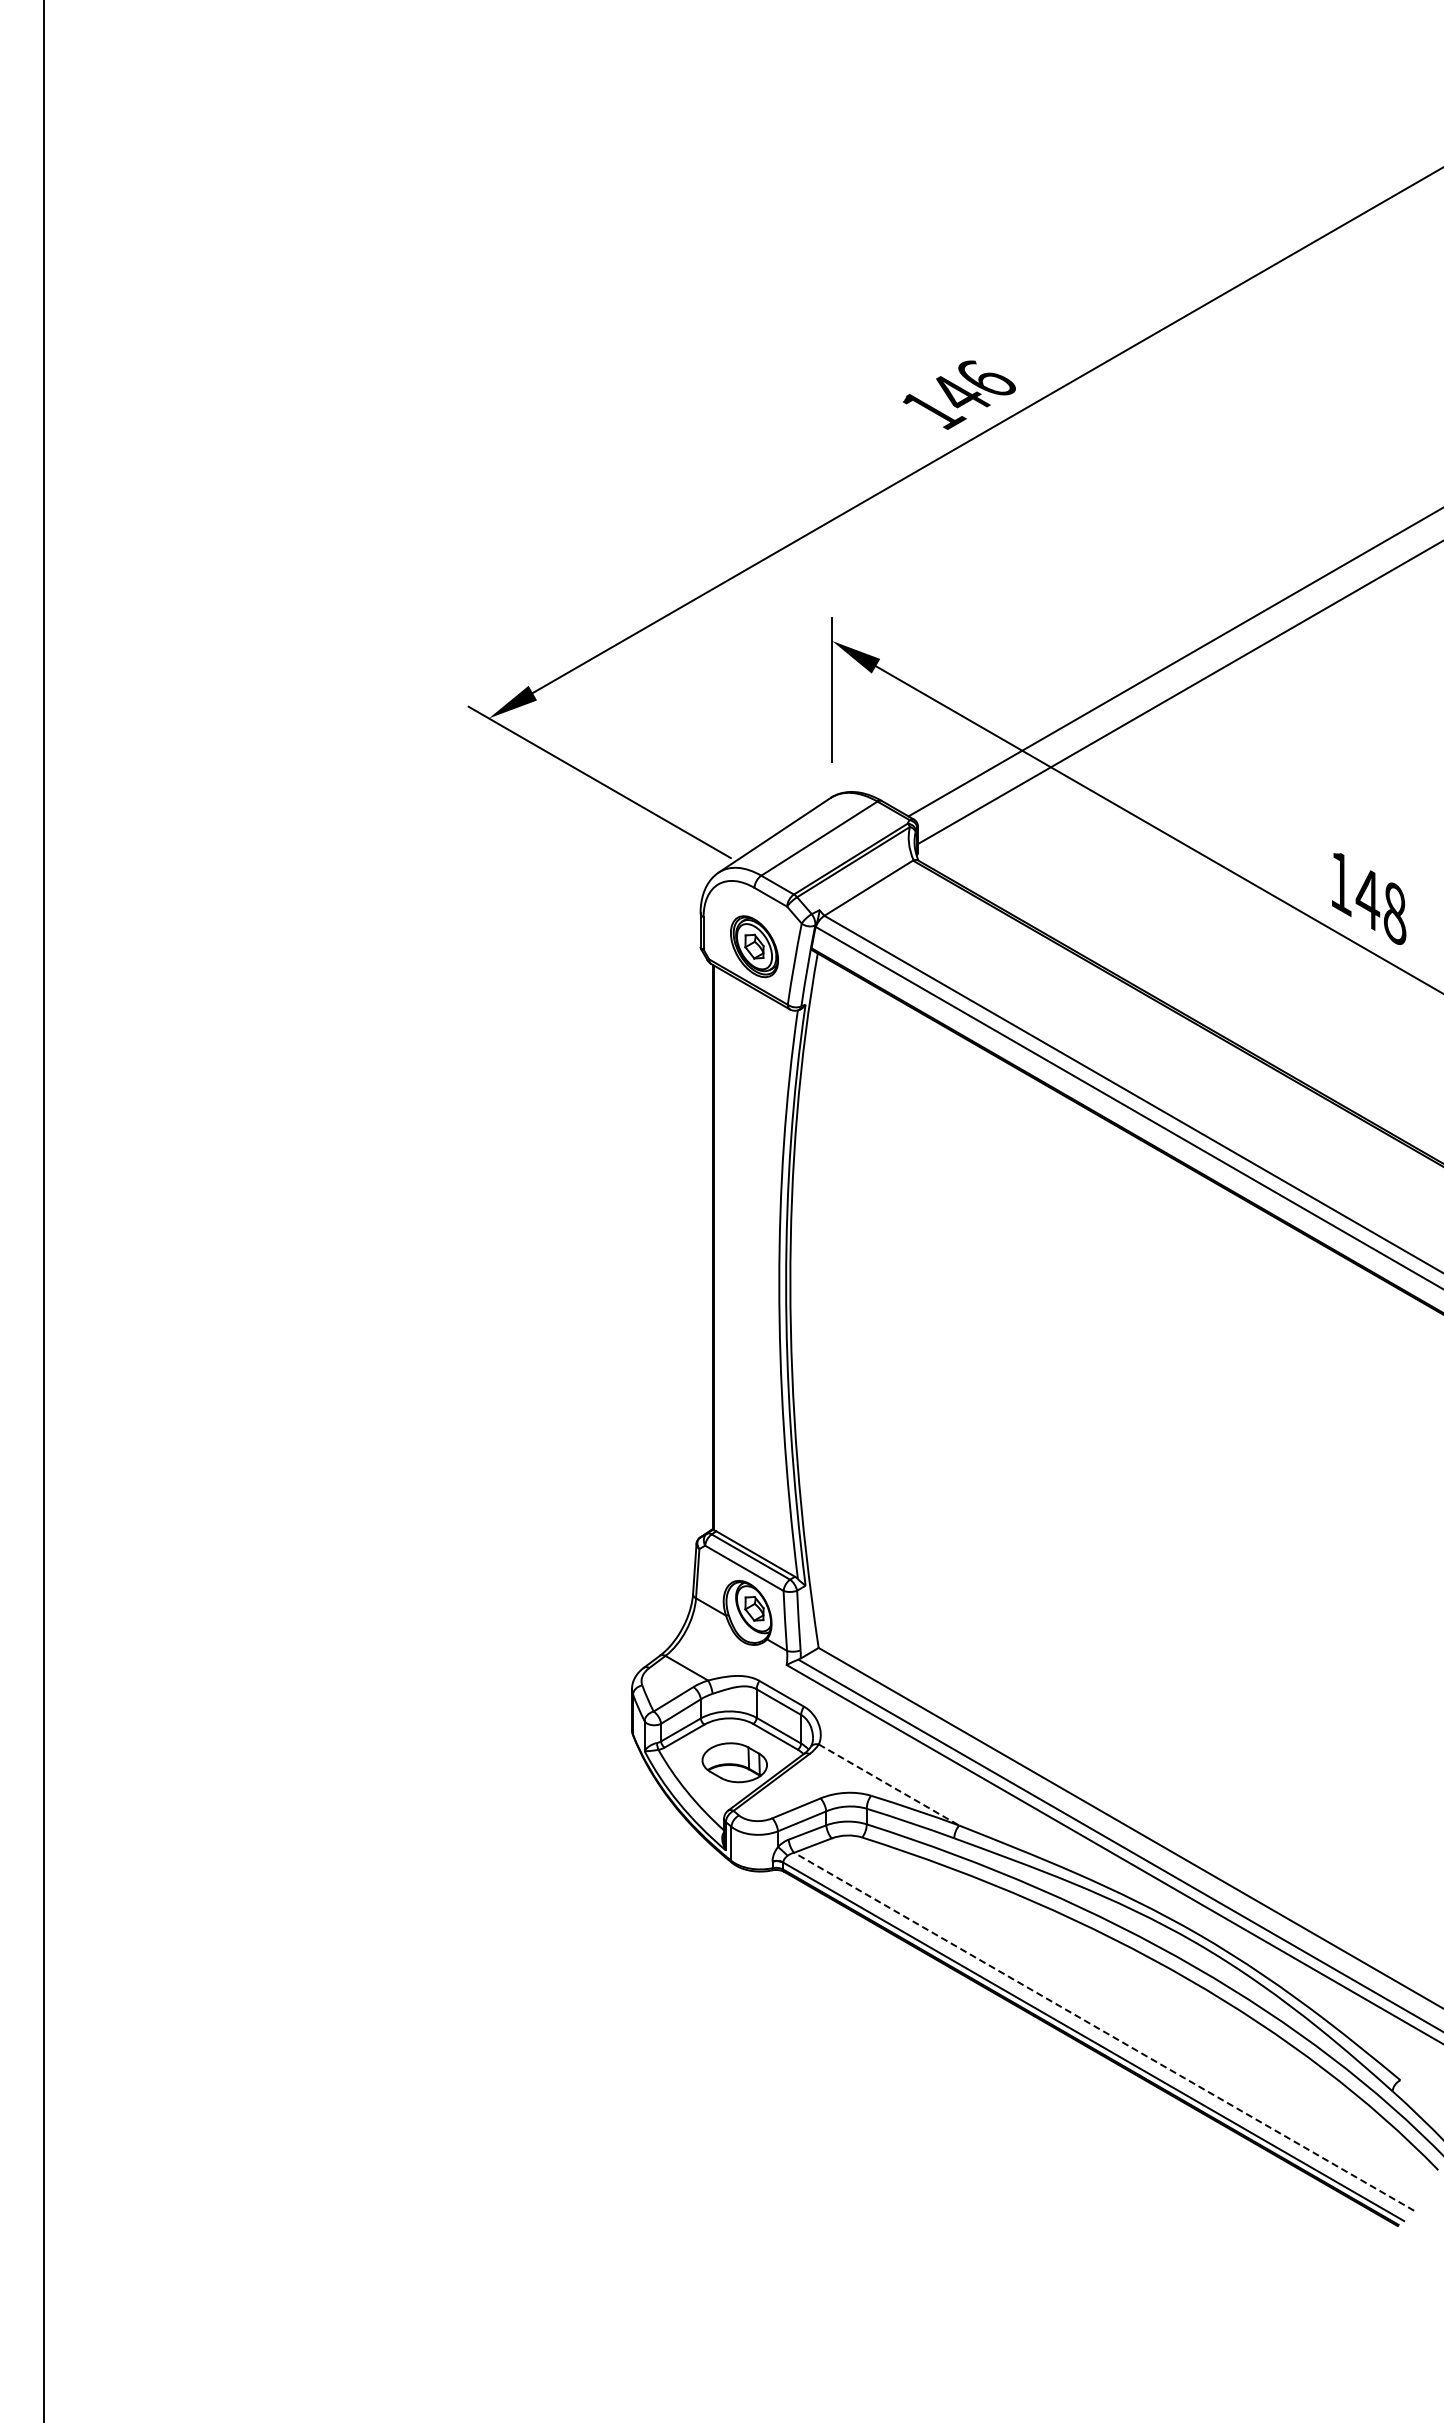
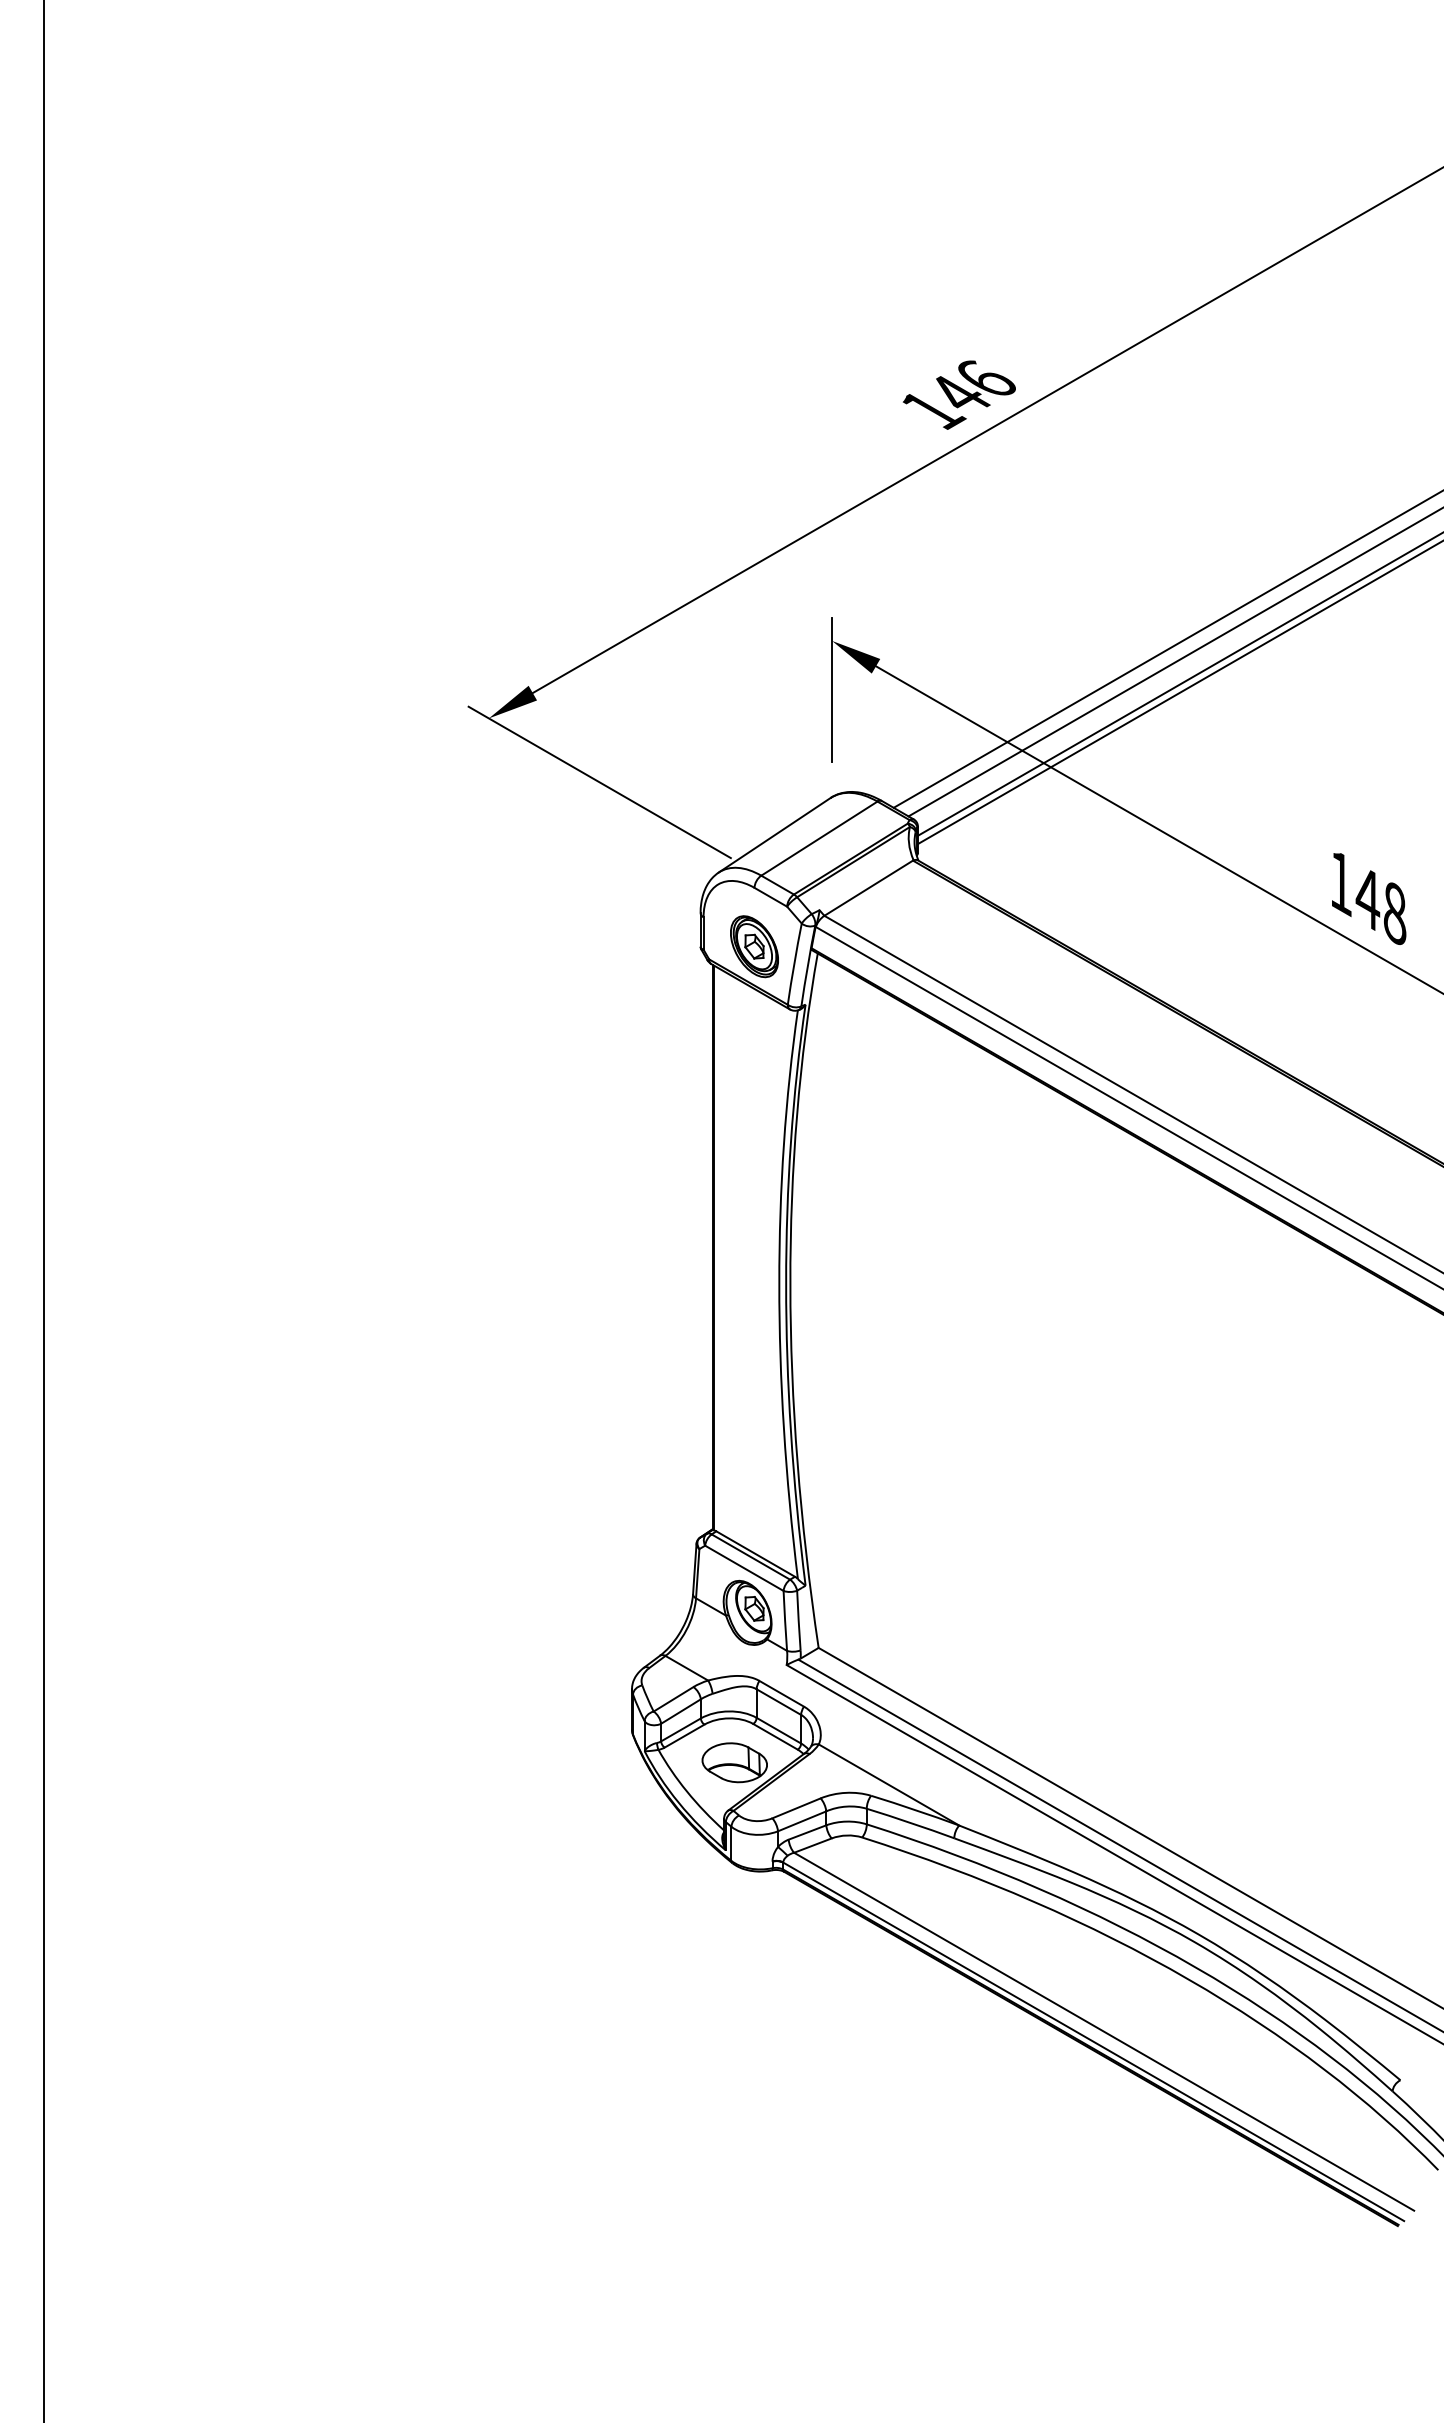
line at (1166, 649): none -> present
line at (1178, 684): none -> present
line at (889, 1785): dashed -> solid
line at (1104, 2031): dashed -> solid
